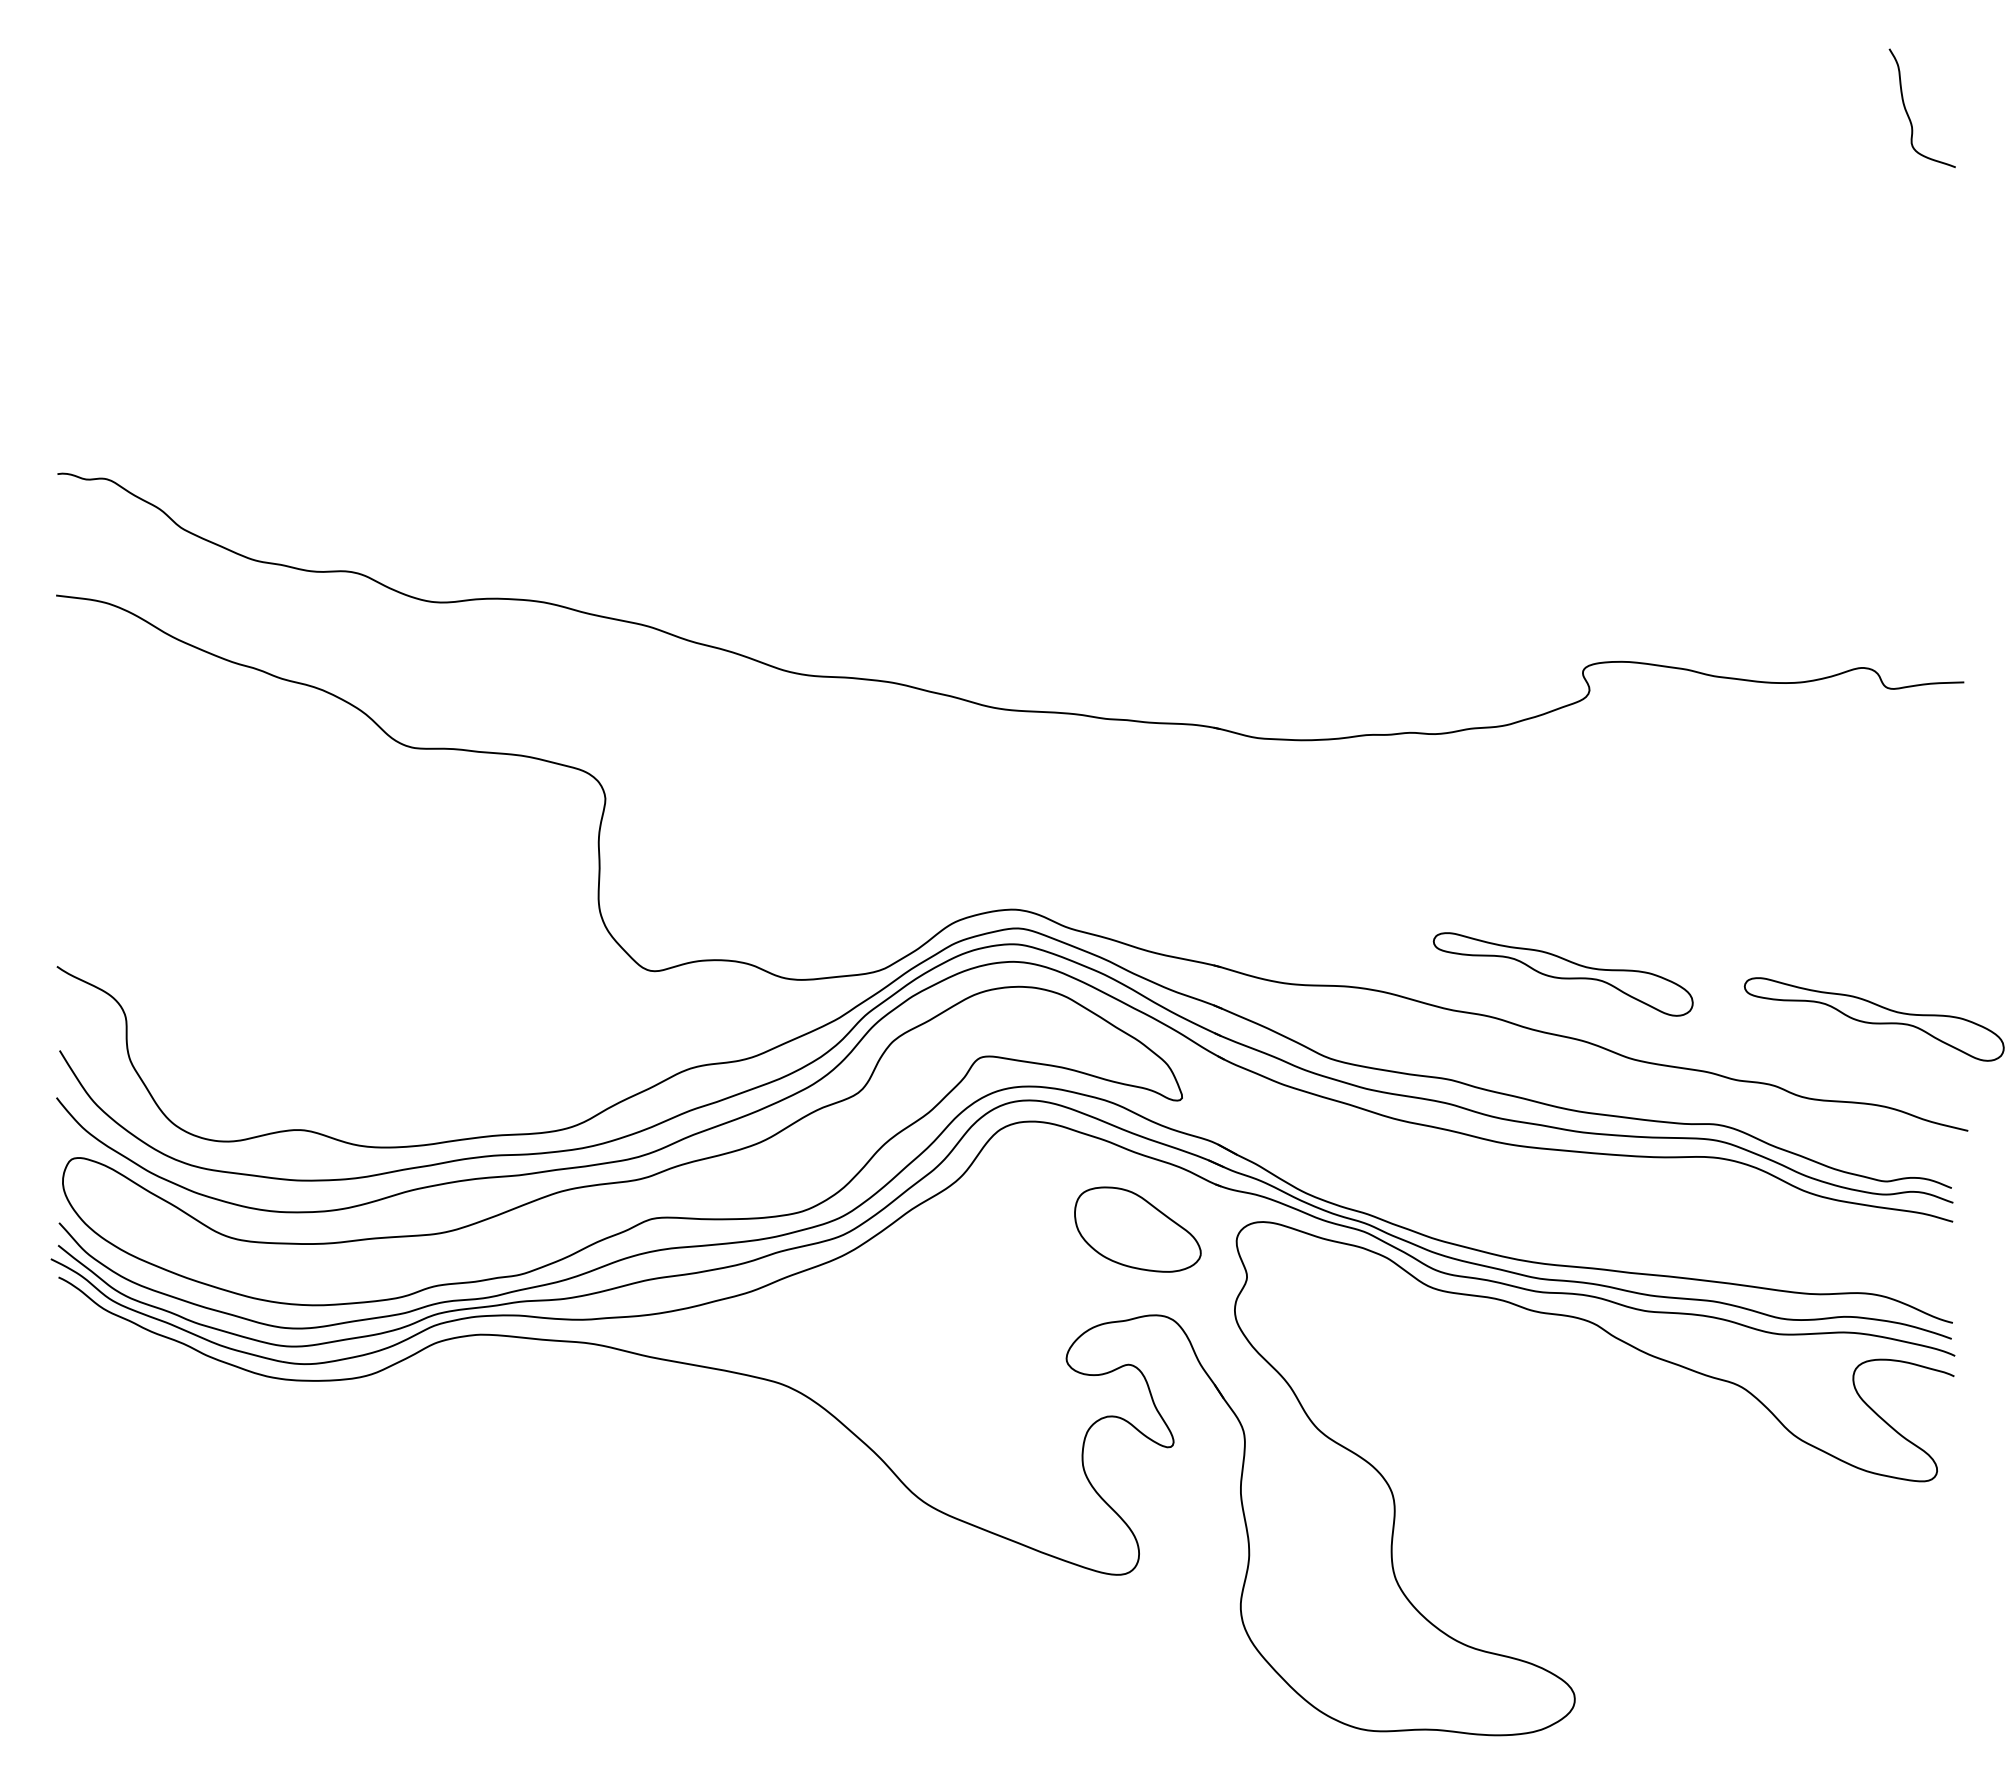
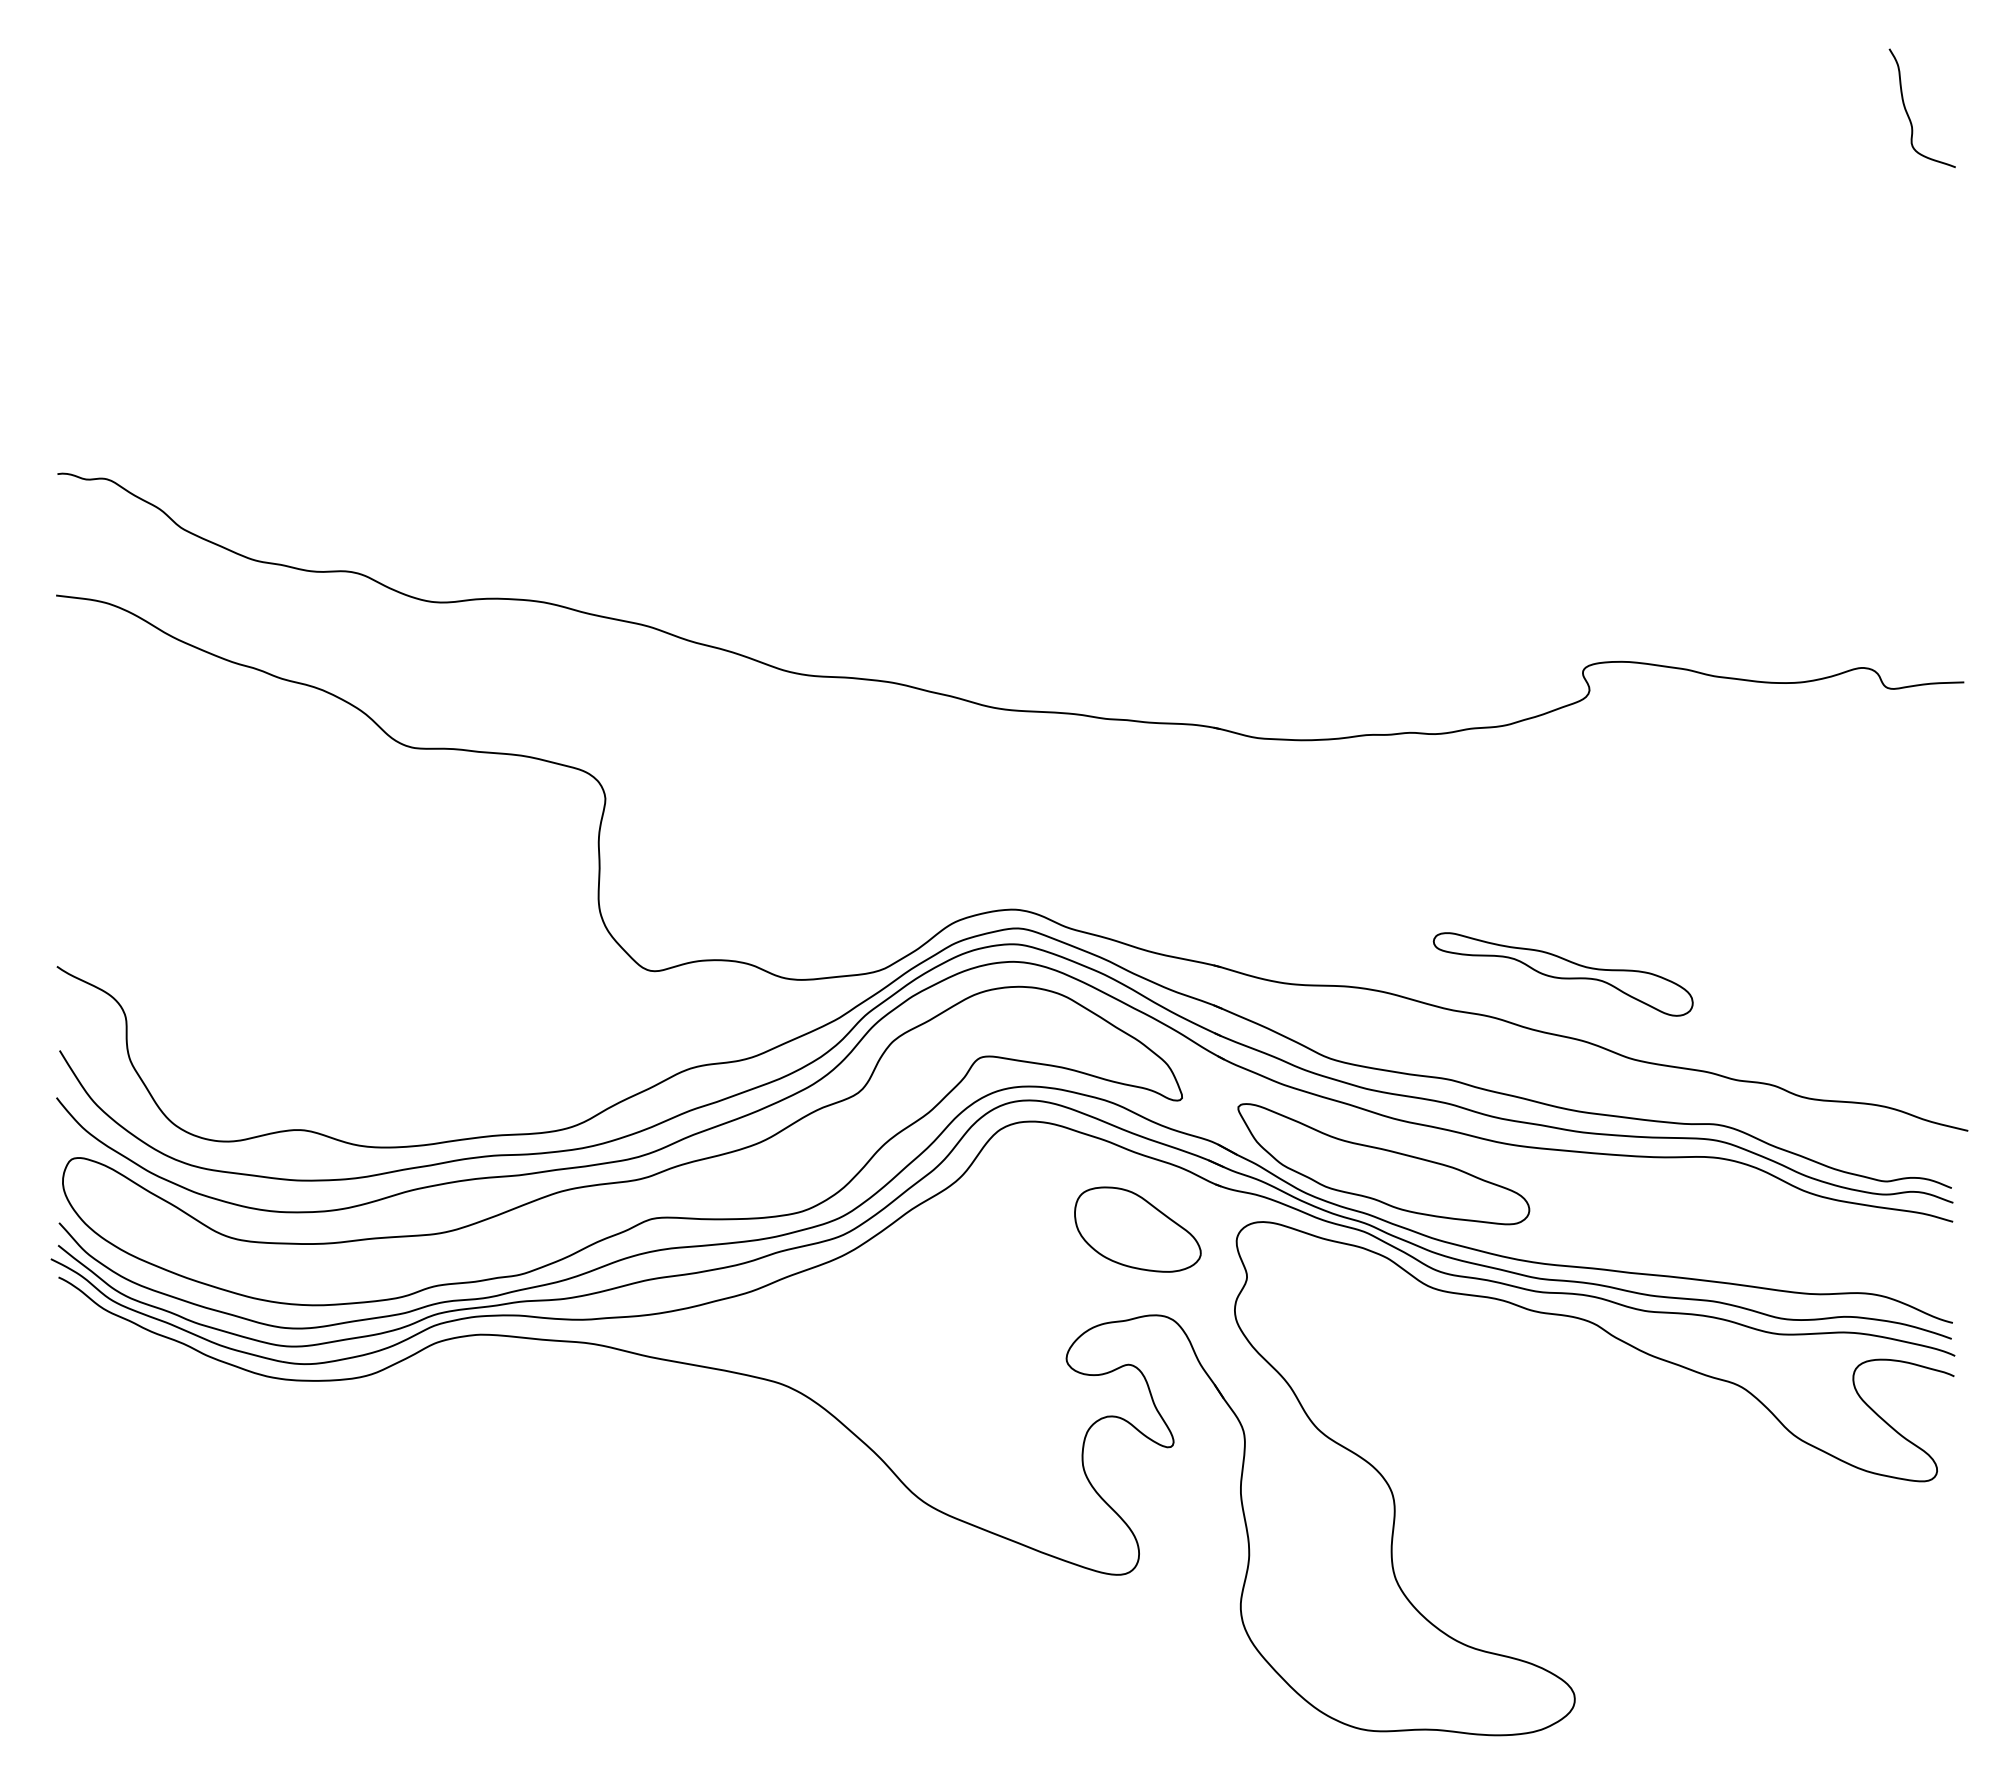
part at (1873, 1019): present -> none
part at (1383, 1164): none -> present
